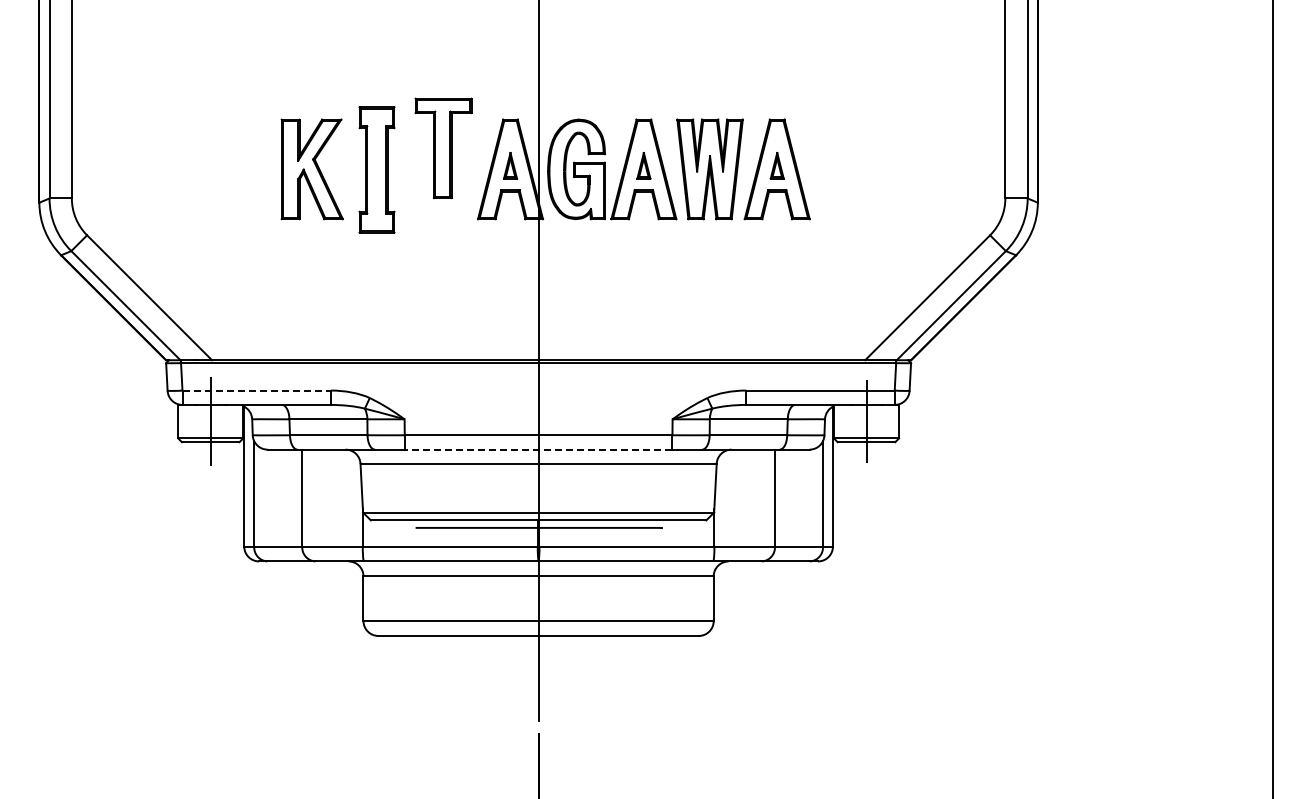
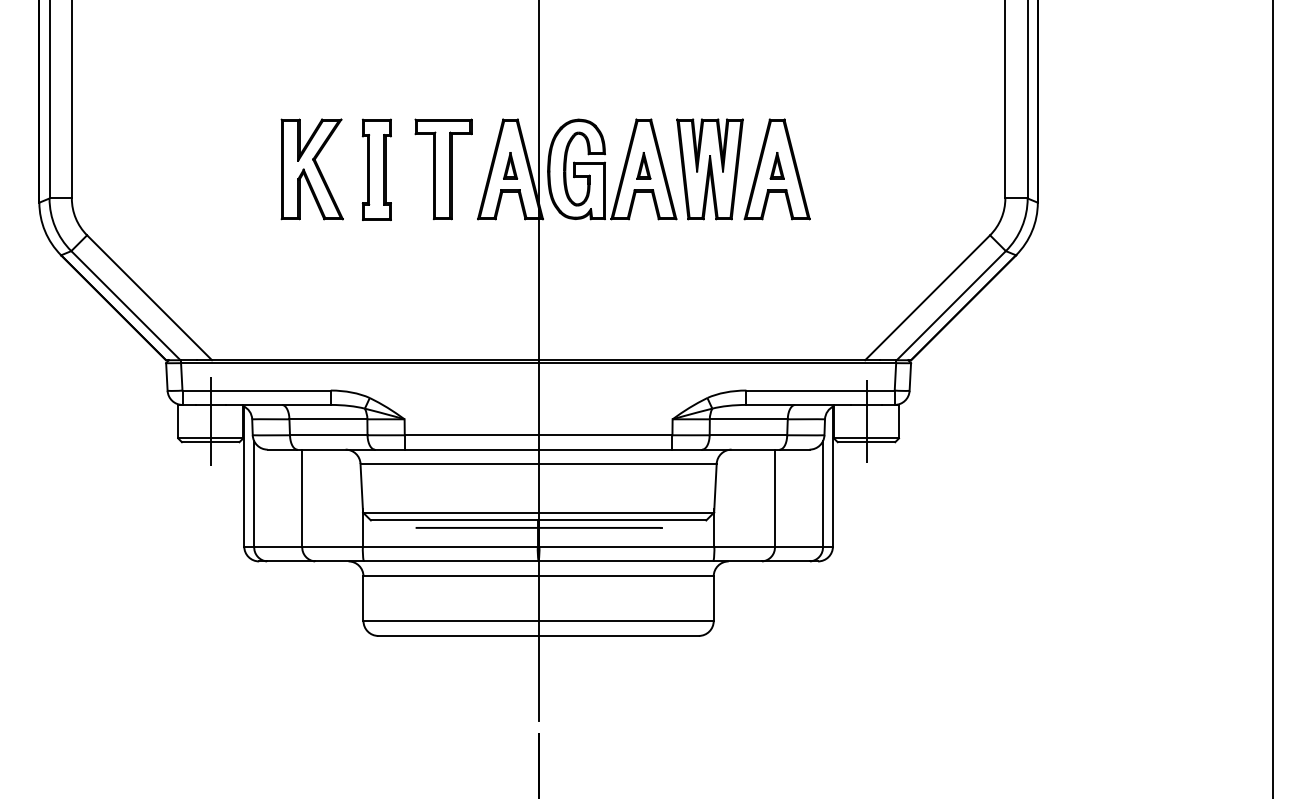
part at (443, 148) position: (443, 148) -> (443, 169)
part at (376, 169) size: 38x128 px -> 31x103 px
line at (257, 390): dashed -> solid
line at (538, 449): dashed -> solid
